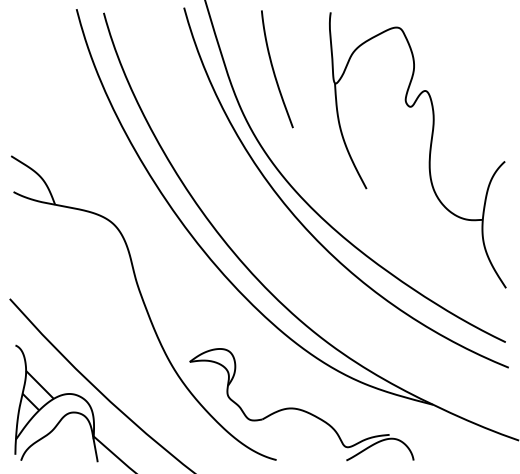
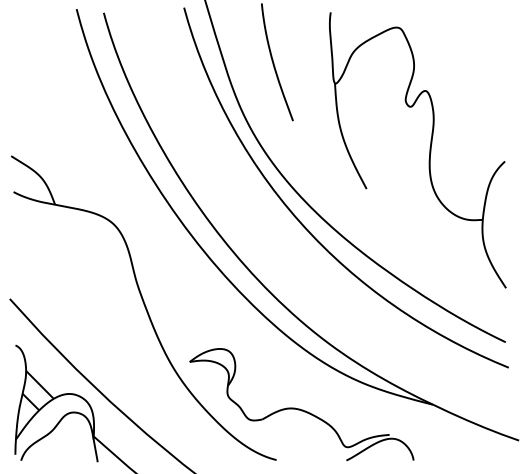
curve at (274, 69) position: (274, 69) -> (274, 62)
